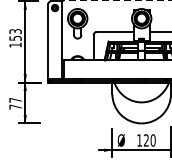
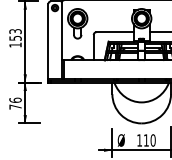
line at (117, 0): dashed -> solid
text at (15, 99): 77 -> 76
text at (145, 140): 120 -> 110
